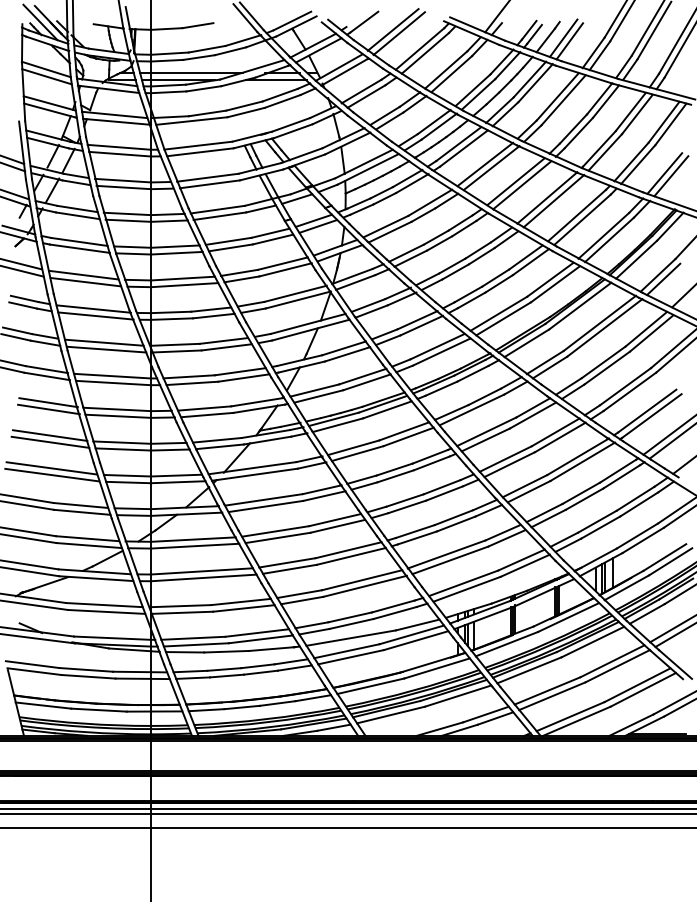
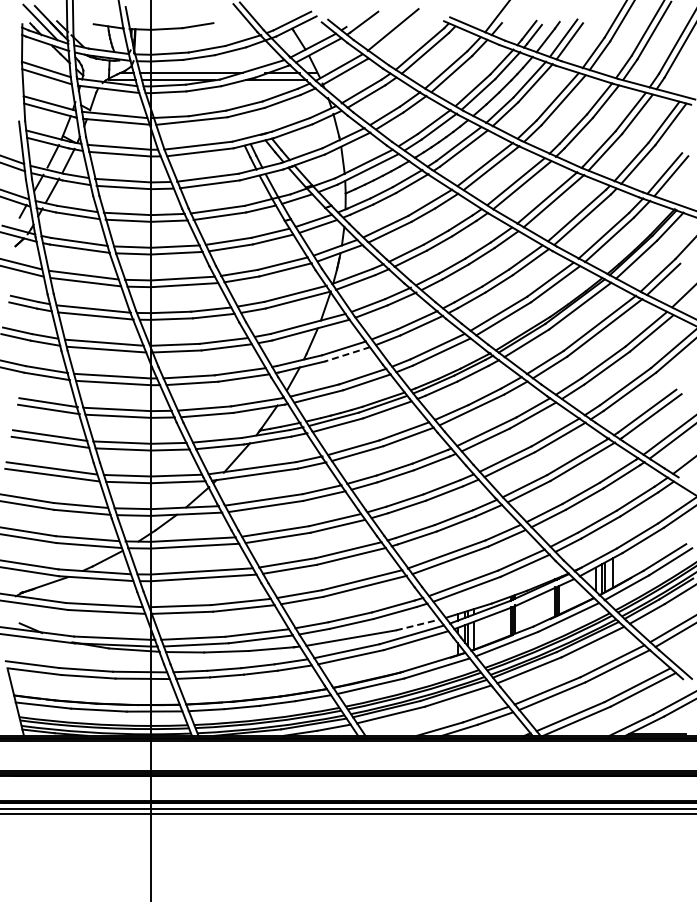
line at (398, 33): present -> none
line at (347, 354): solid -> dashed
line at (418, 624): solid -> dashed
line at (347, 828): present -> none
